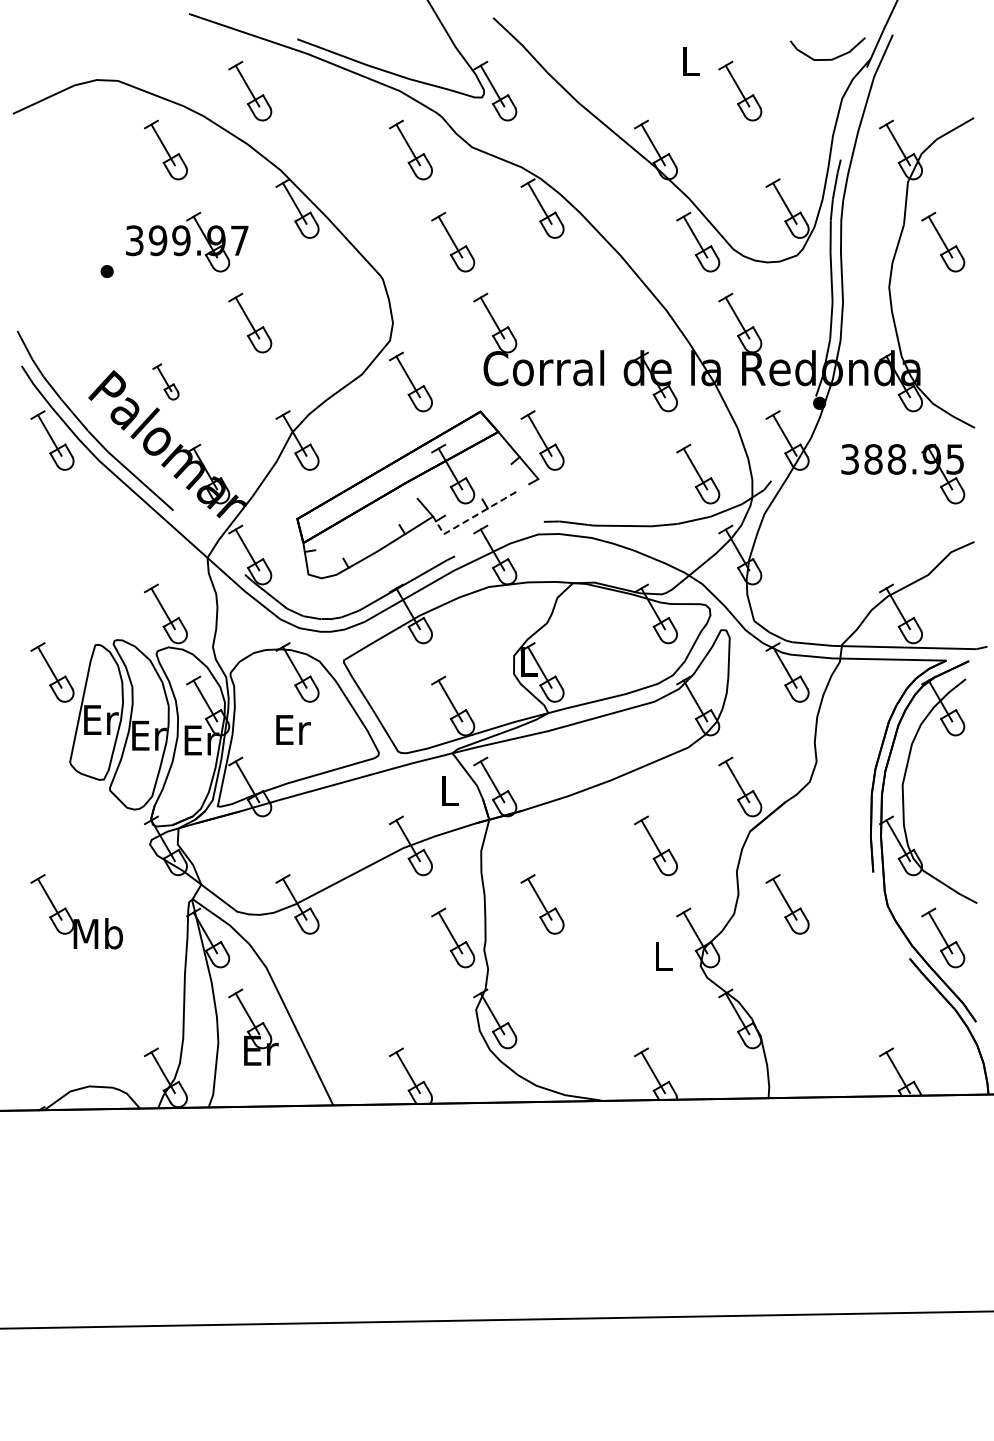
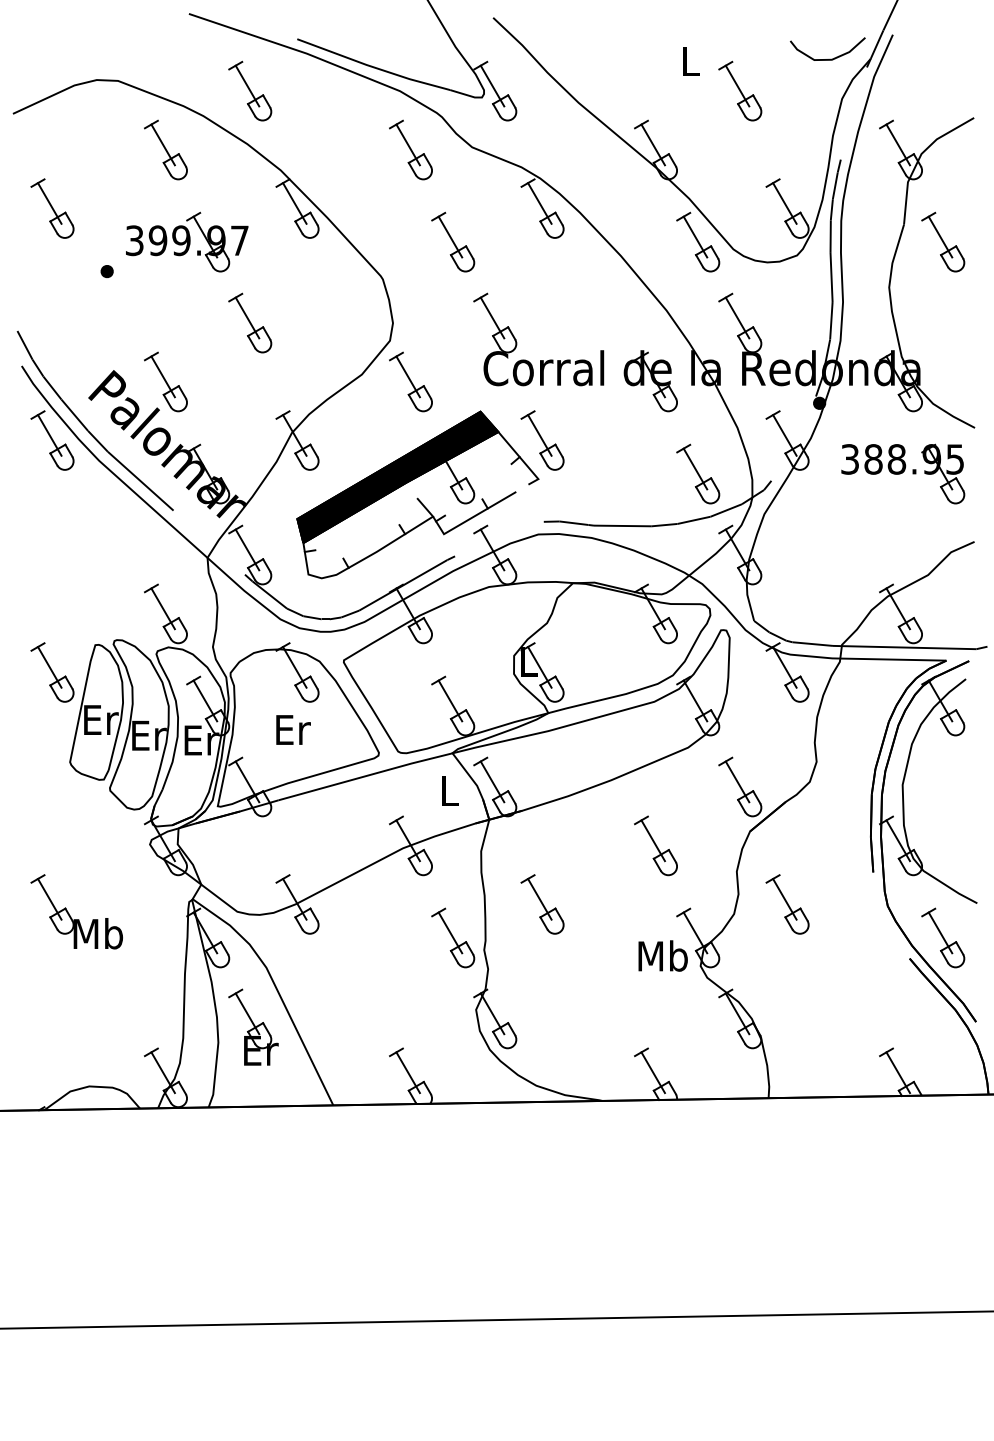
part at (52, 208): none -> present
part at (165, 381) size: 28x38 px -> 44x62 px
fill at (397, 477): none -> present
line at (470, 518): dashed -> solid
text at (662, 955): L -> Mb
